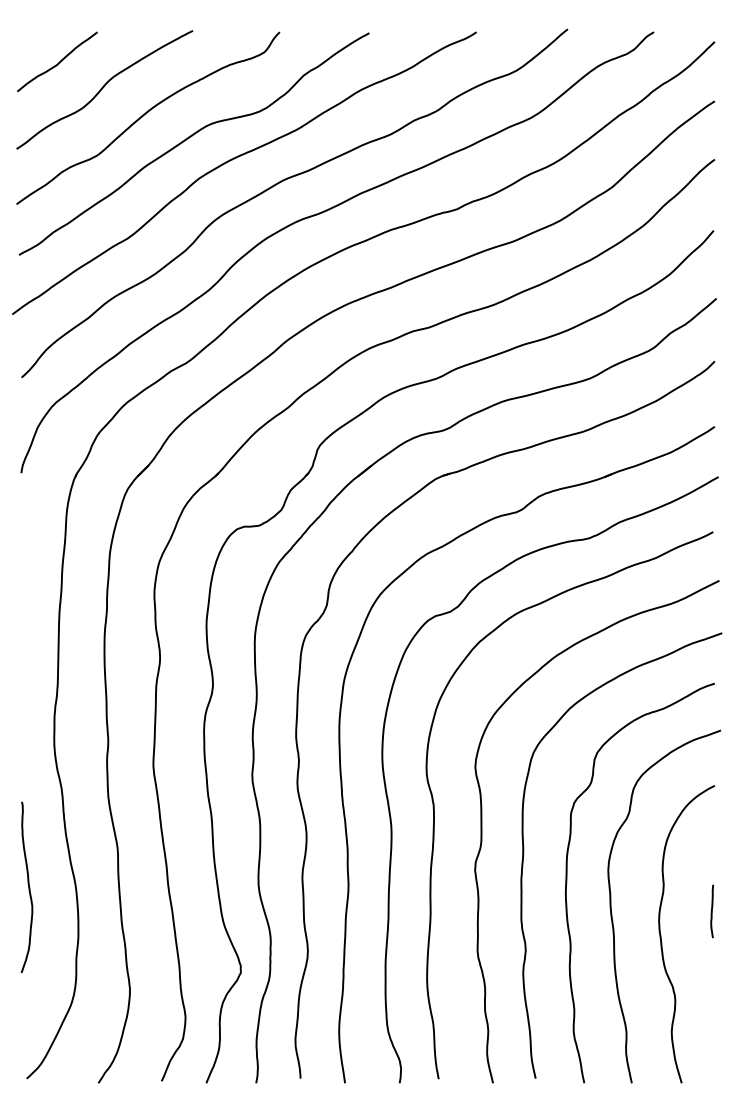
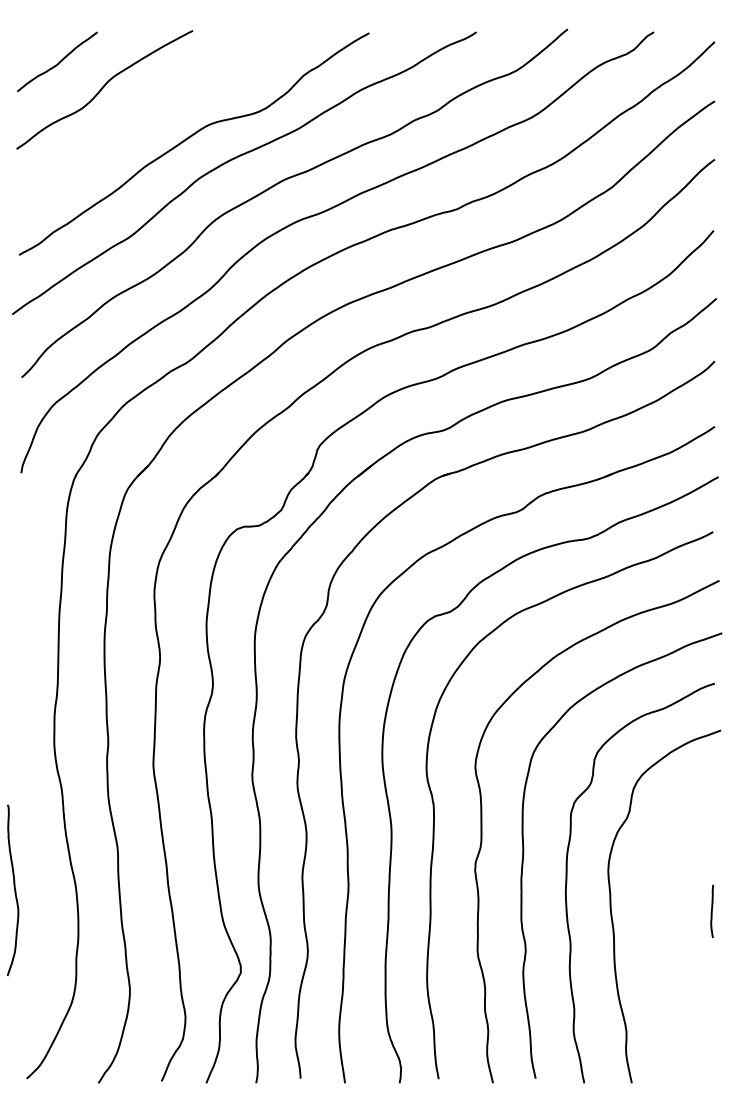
curve at (146, 114): present -> none
curve at (28, 887) position: (28, 887) -> (14, 890)
curve at (661, 934): present -> none
